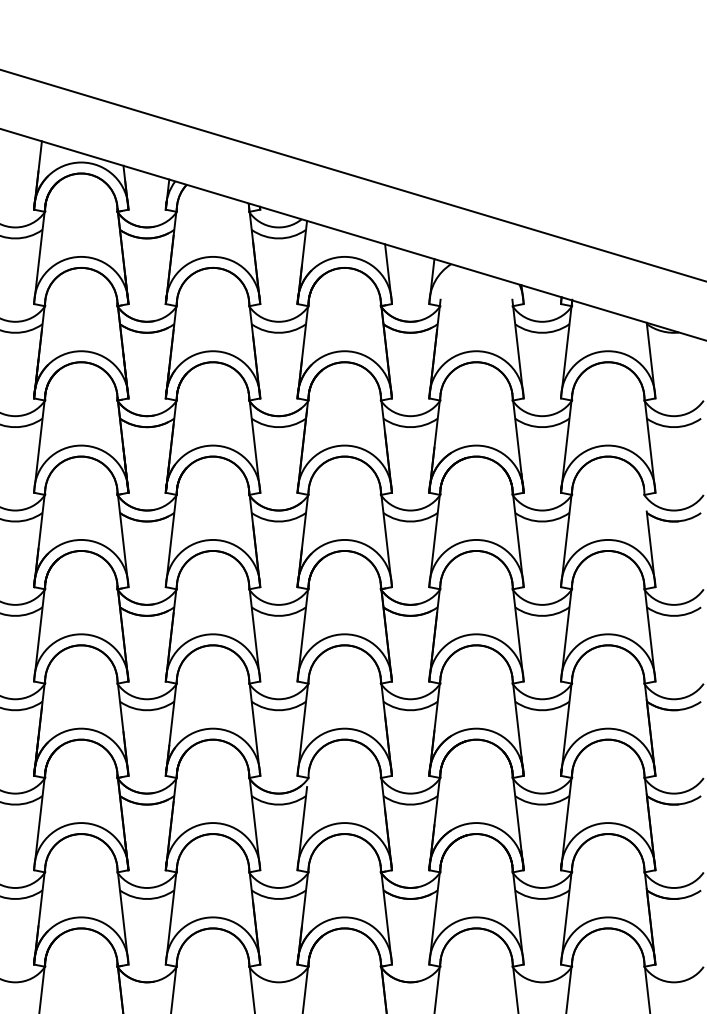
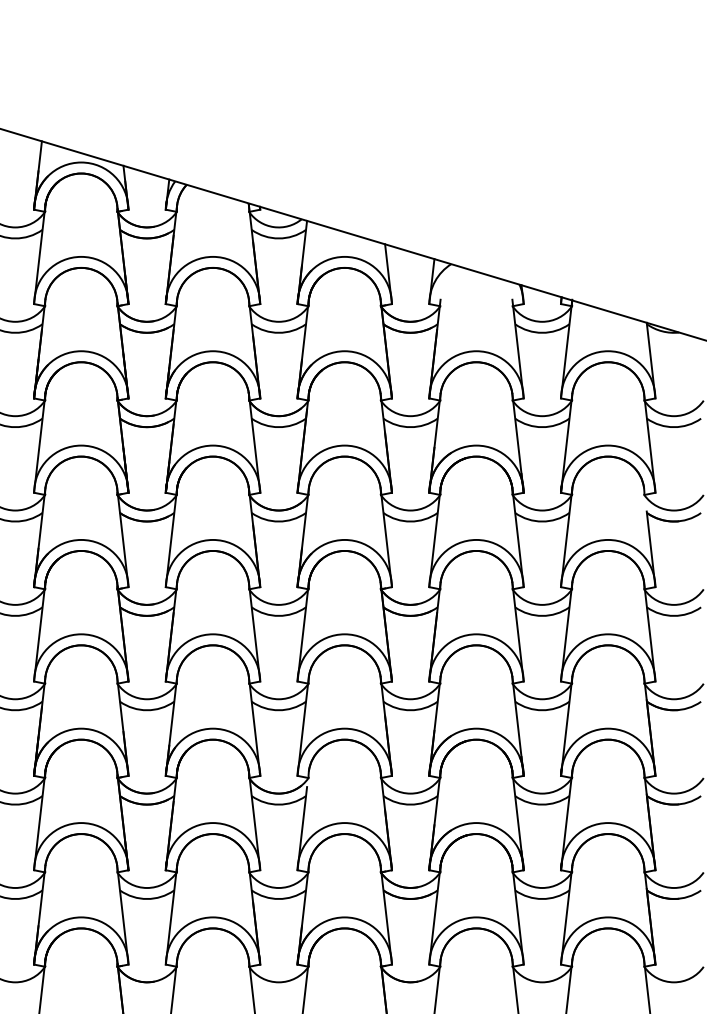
line at (352, 175): present -> none
